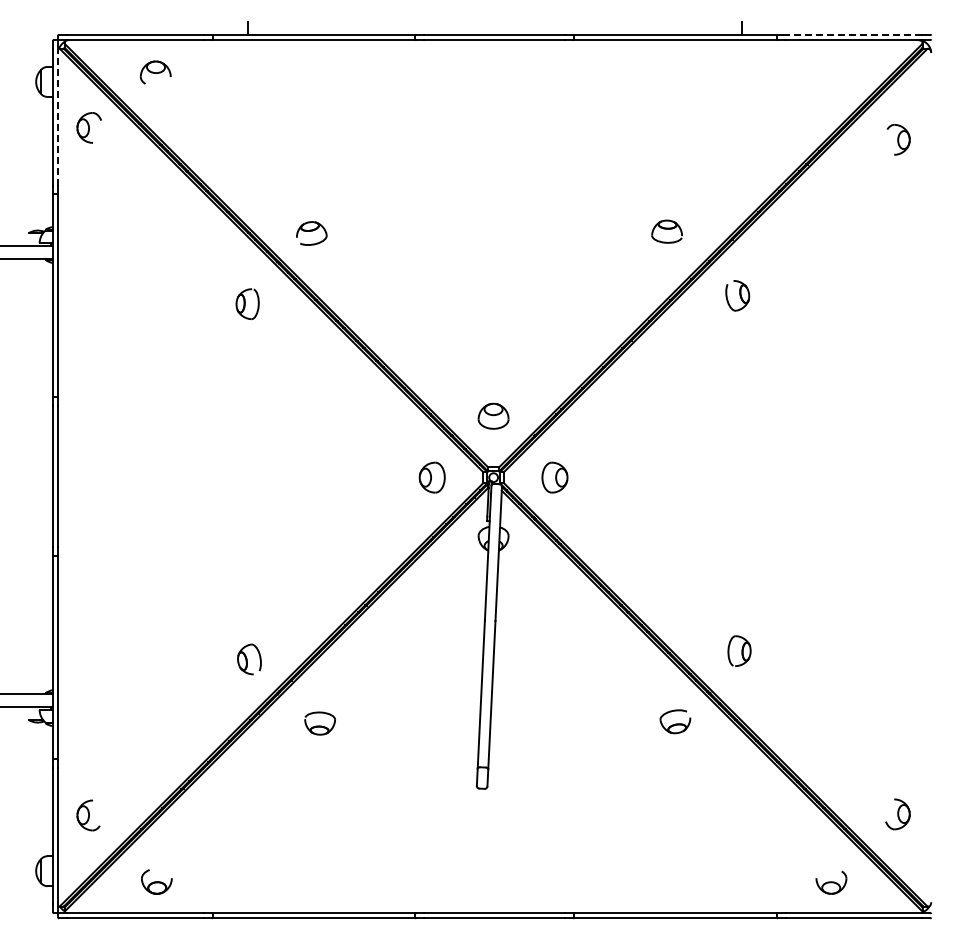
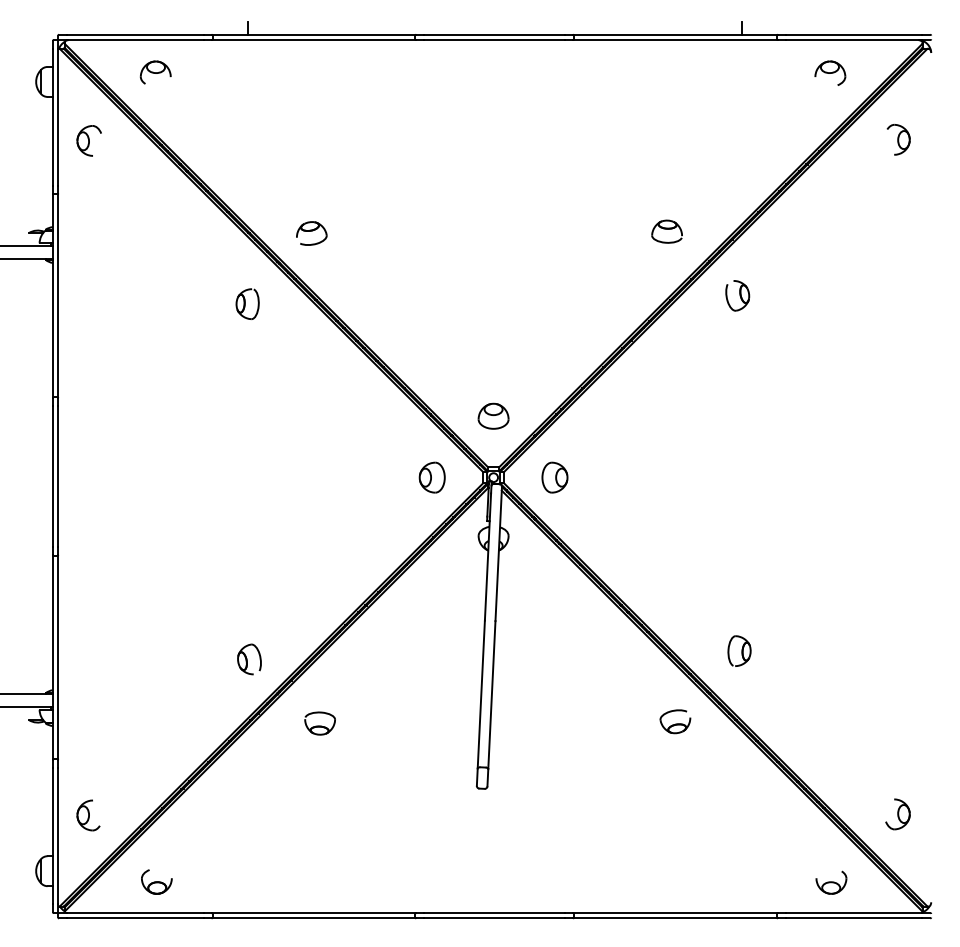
line at (853, 34): dashed -> solid
part at (830, 72): none -> present
line at (58, 116): dashed -> solid
part at (88, 127) position: (88, 127) -> (88, 140)
